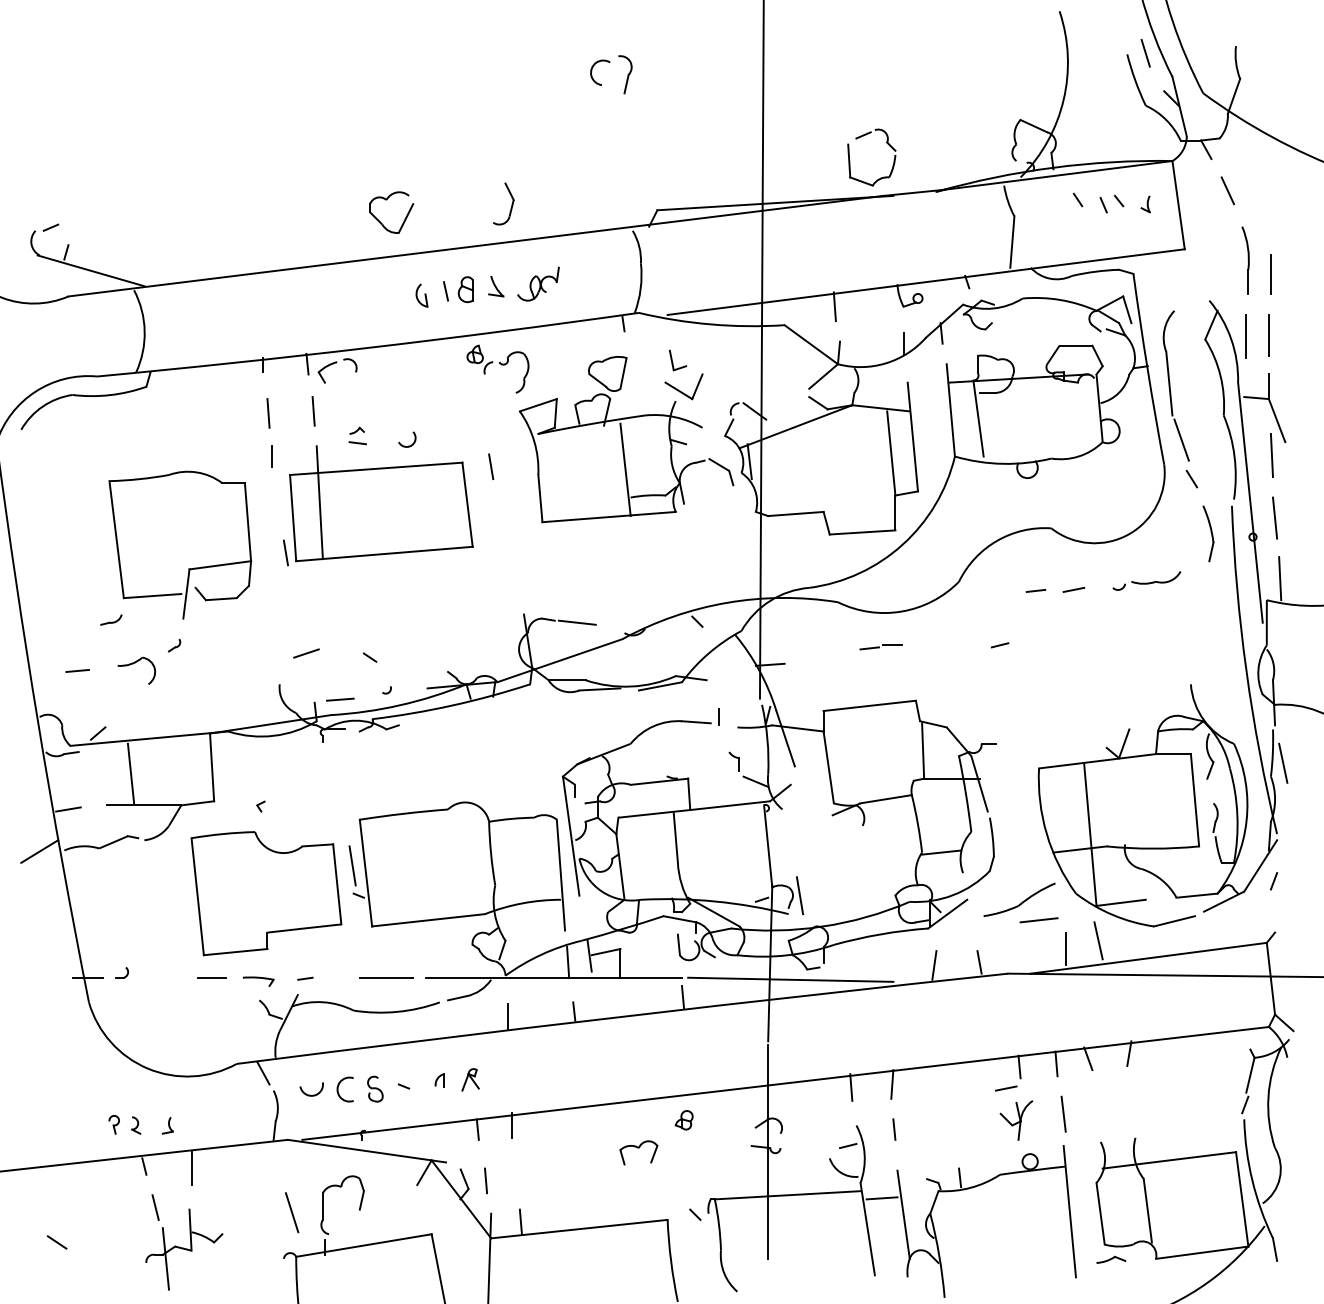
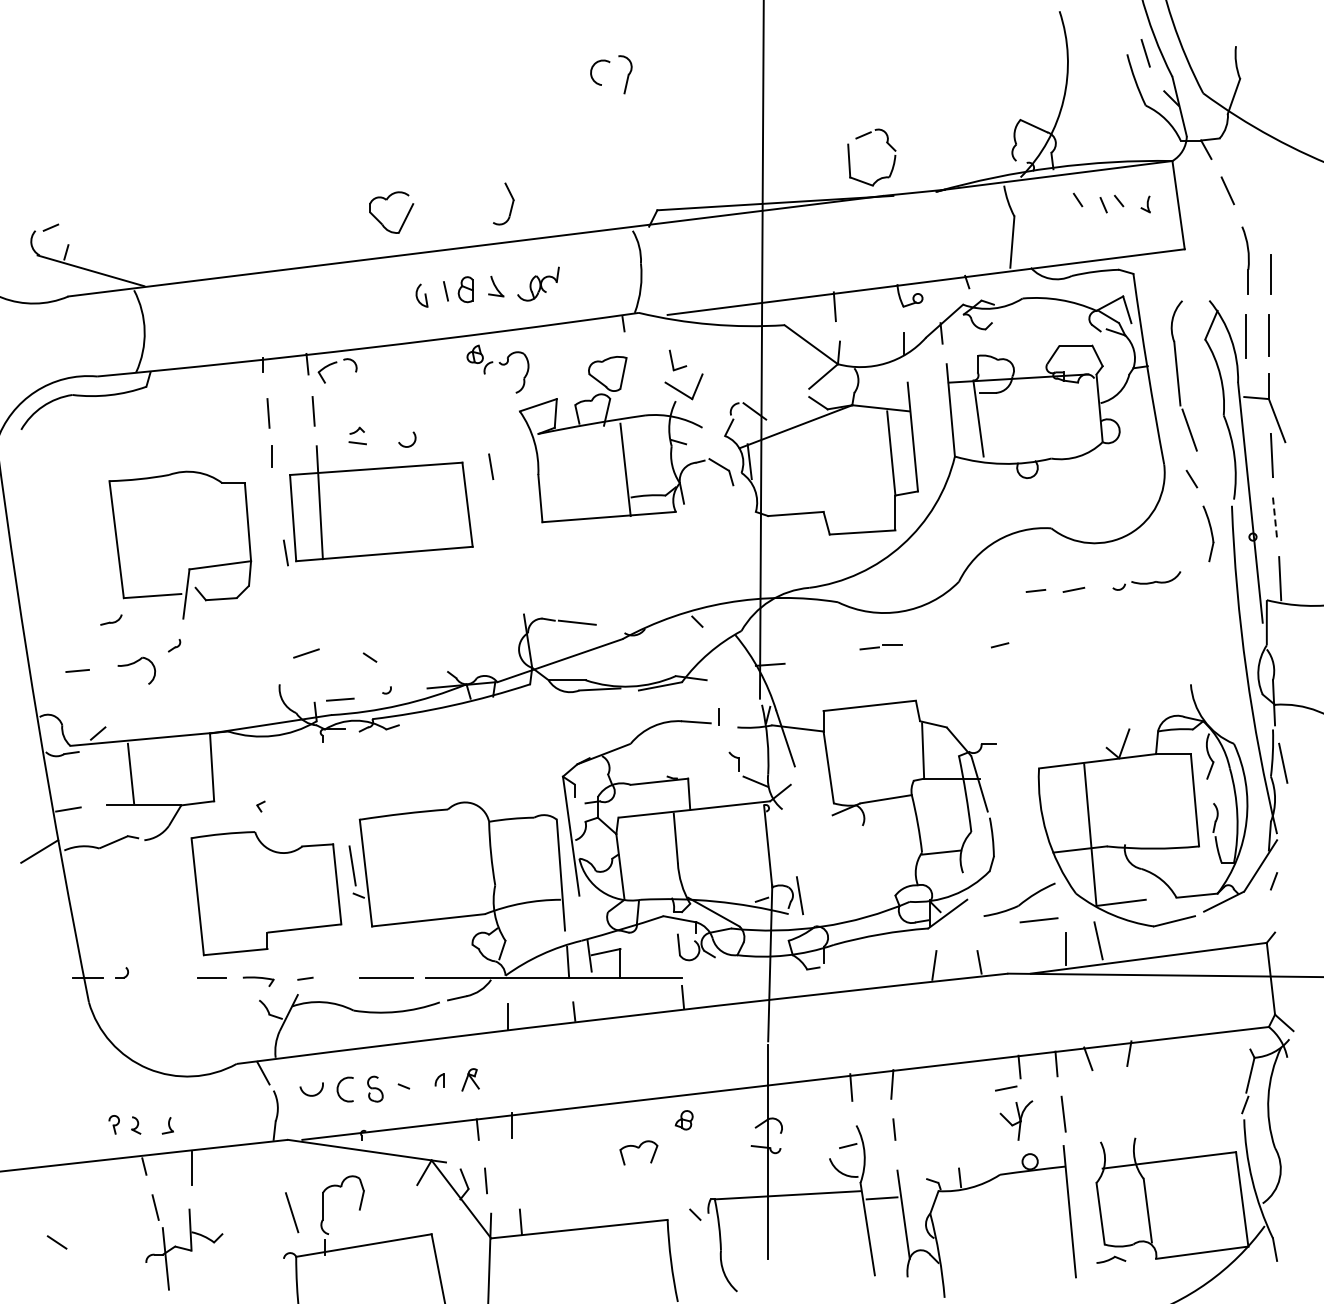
part at (1175, 385) position: (1175, 385) -> (1183, 375)
line at (1275, 518): solid -> dashed
line at (790, 979): present -> none
